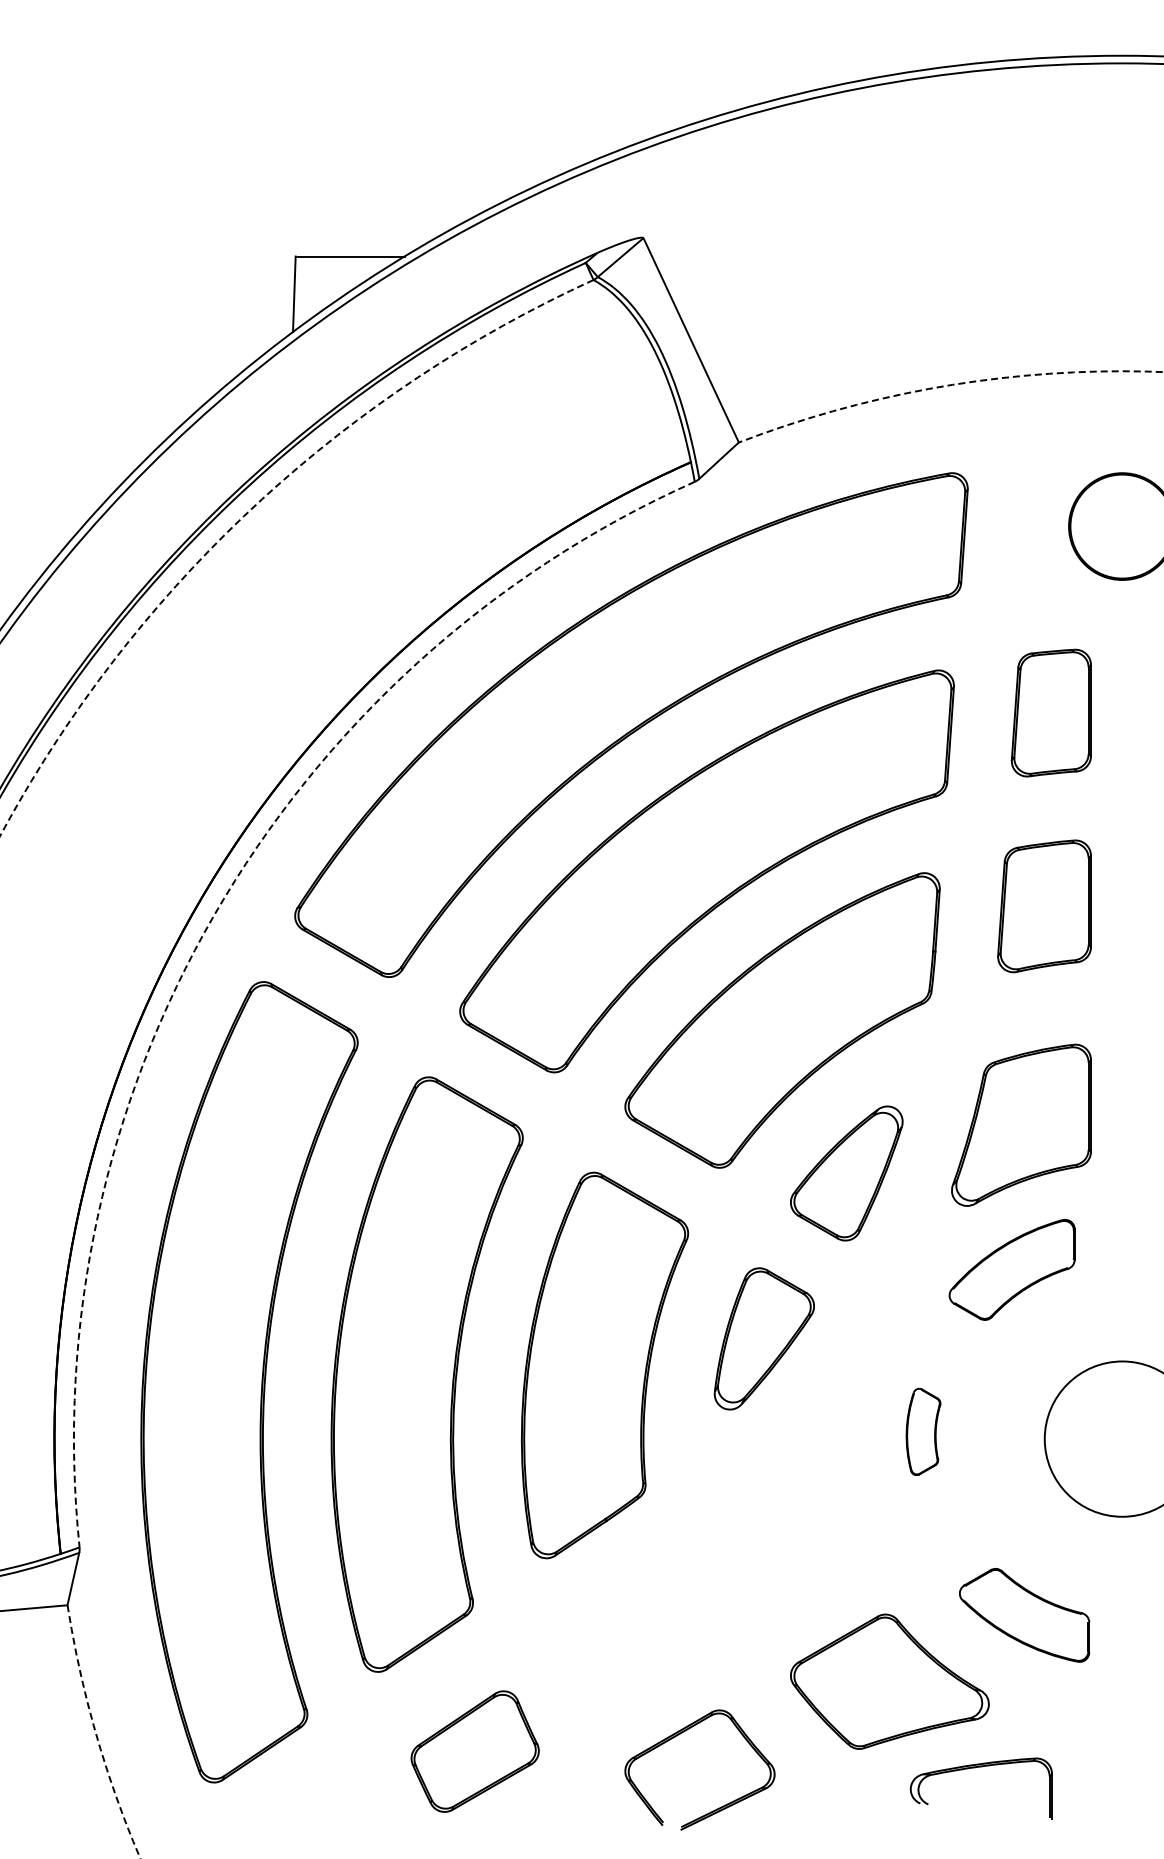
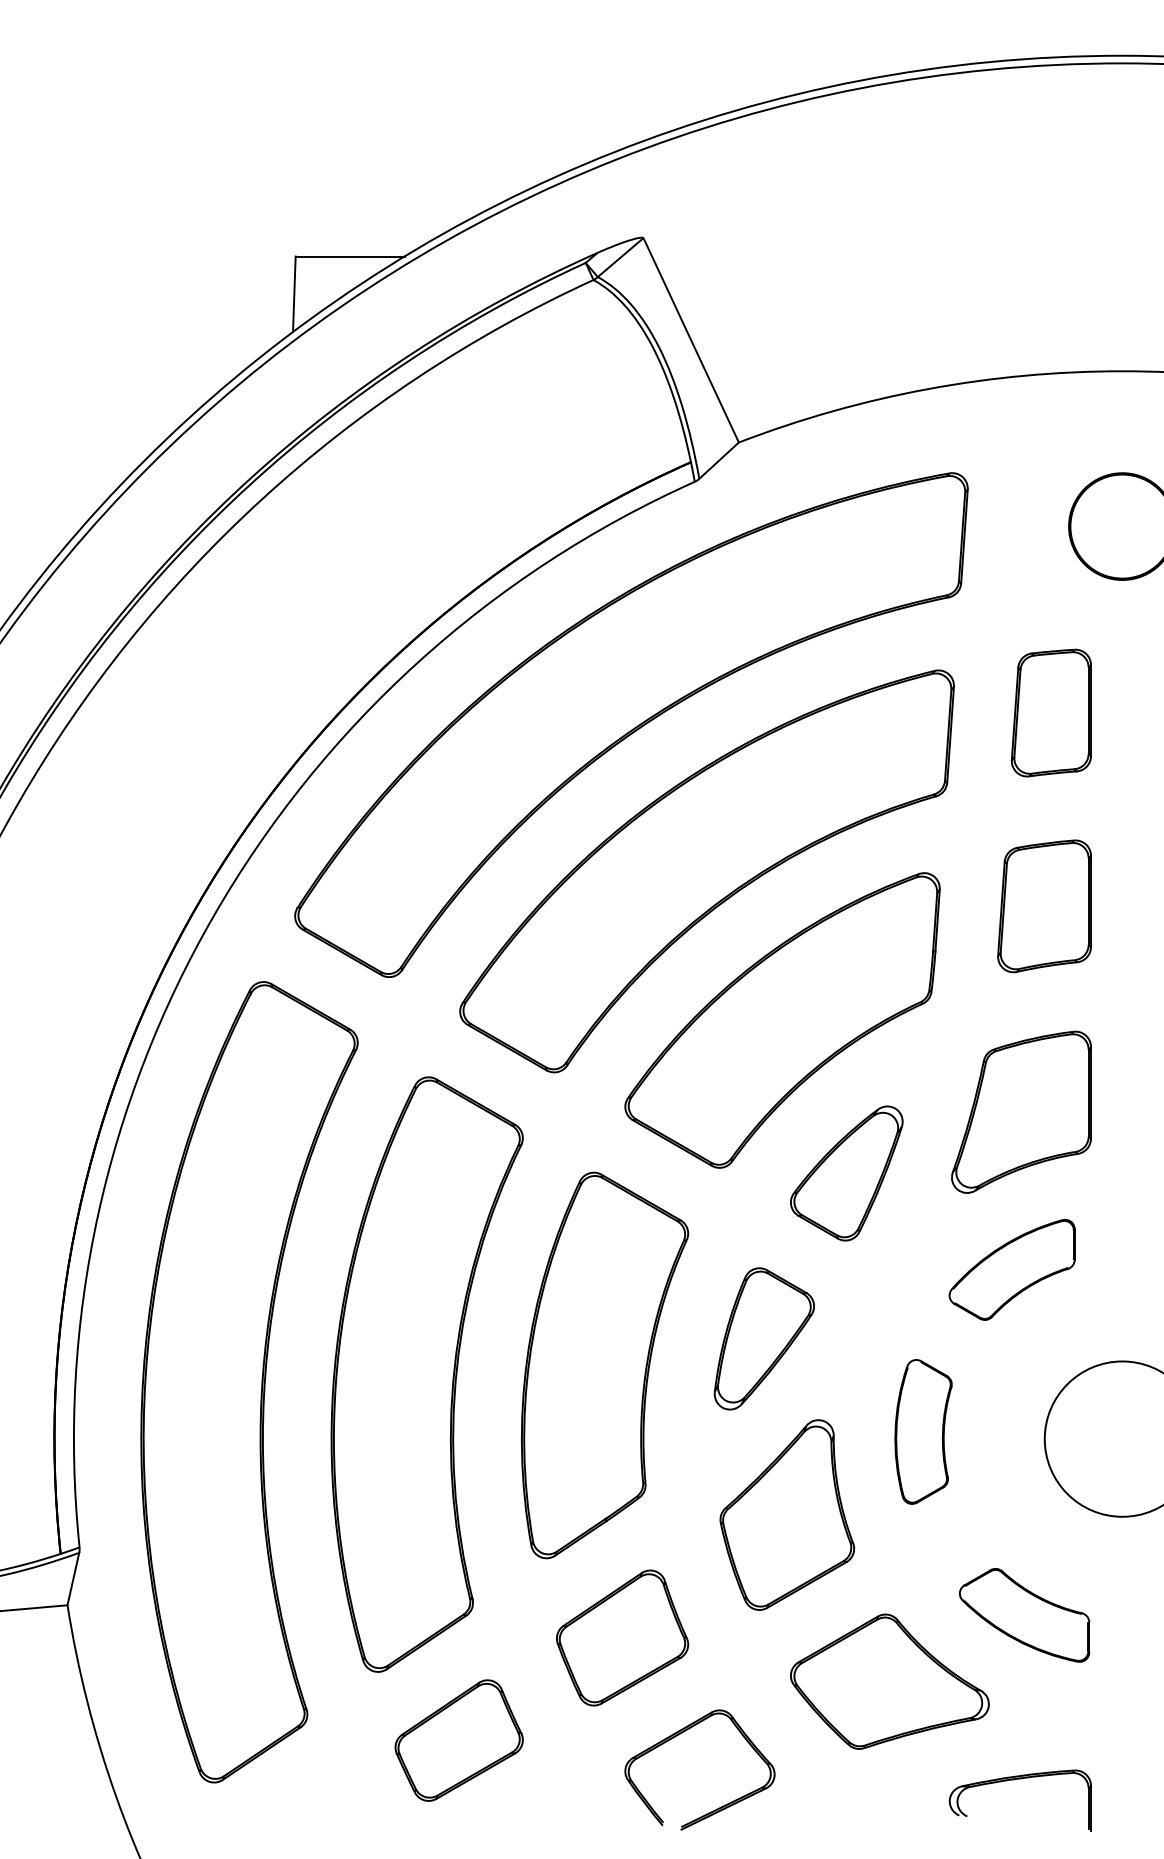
arc at (948, 385): dashed -> solid
arc at (249, 511): dashed -> solid
arc at (214, 914): dashed -> solid
part at (1021, 1124) position: (1021, 1124) -> (1021, 1111)
part at (923, 1431) size: 37x89 px -> 59x146 px
part at (787, 1514): none -> present
part at (622, 1637): none -> present
arc at (96, 1735): dashed -> solid
part at (474, 1751) position: (474, 1751) -> (458, 1740)
part at (975, 1768) position: (975, 1768) -> (1014, 1780)
